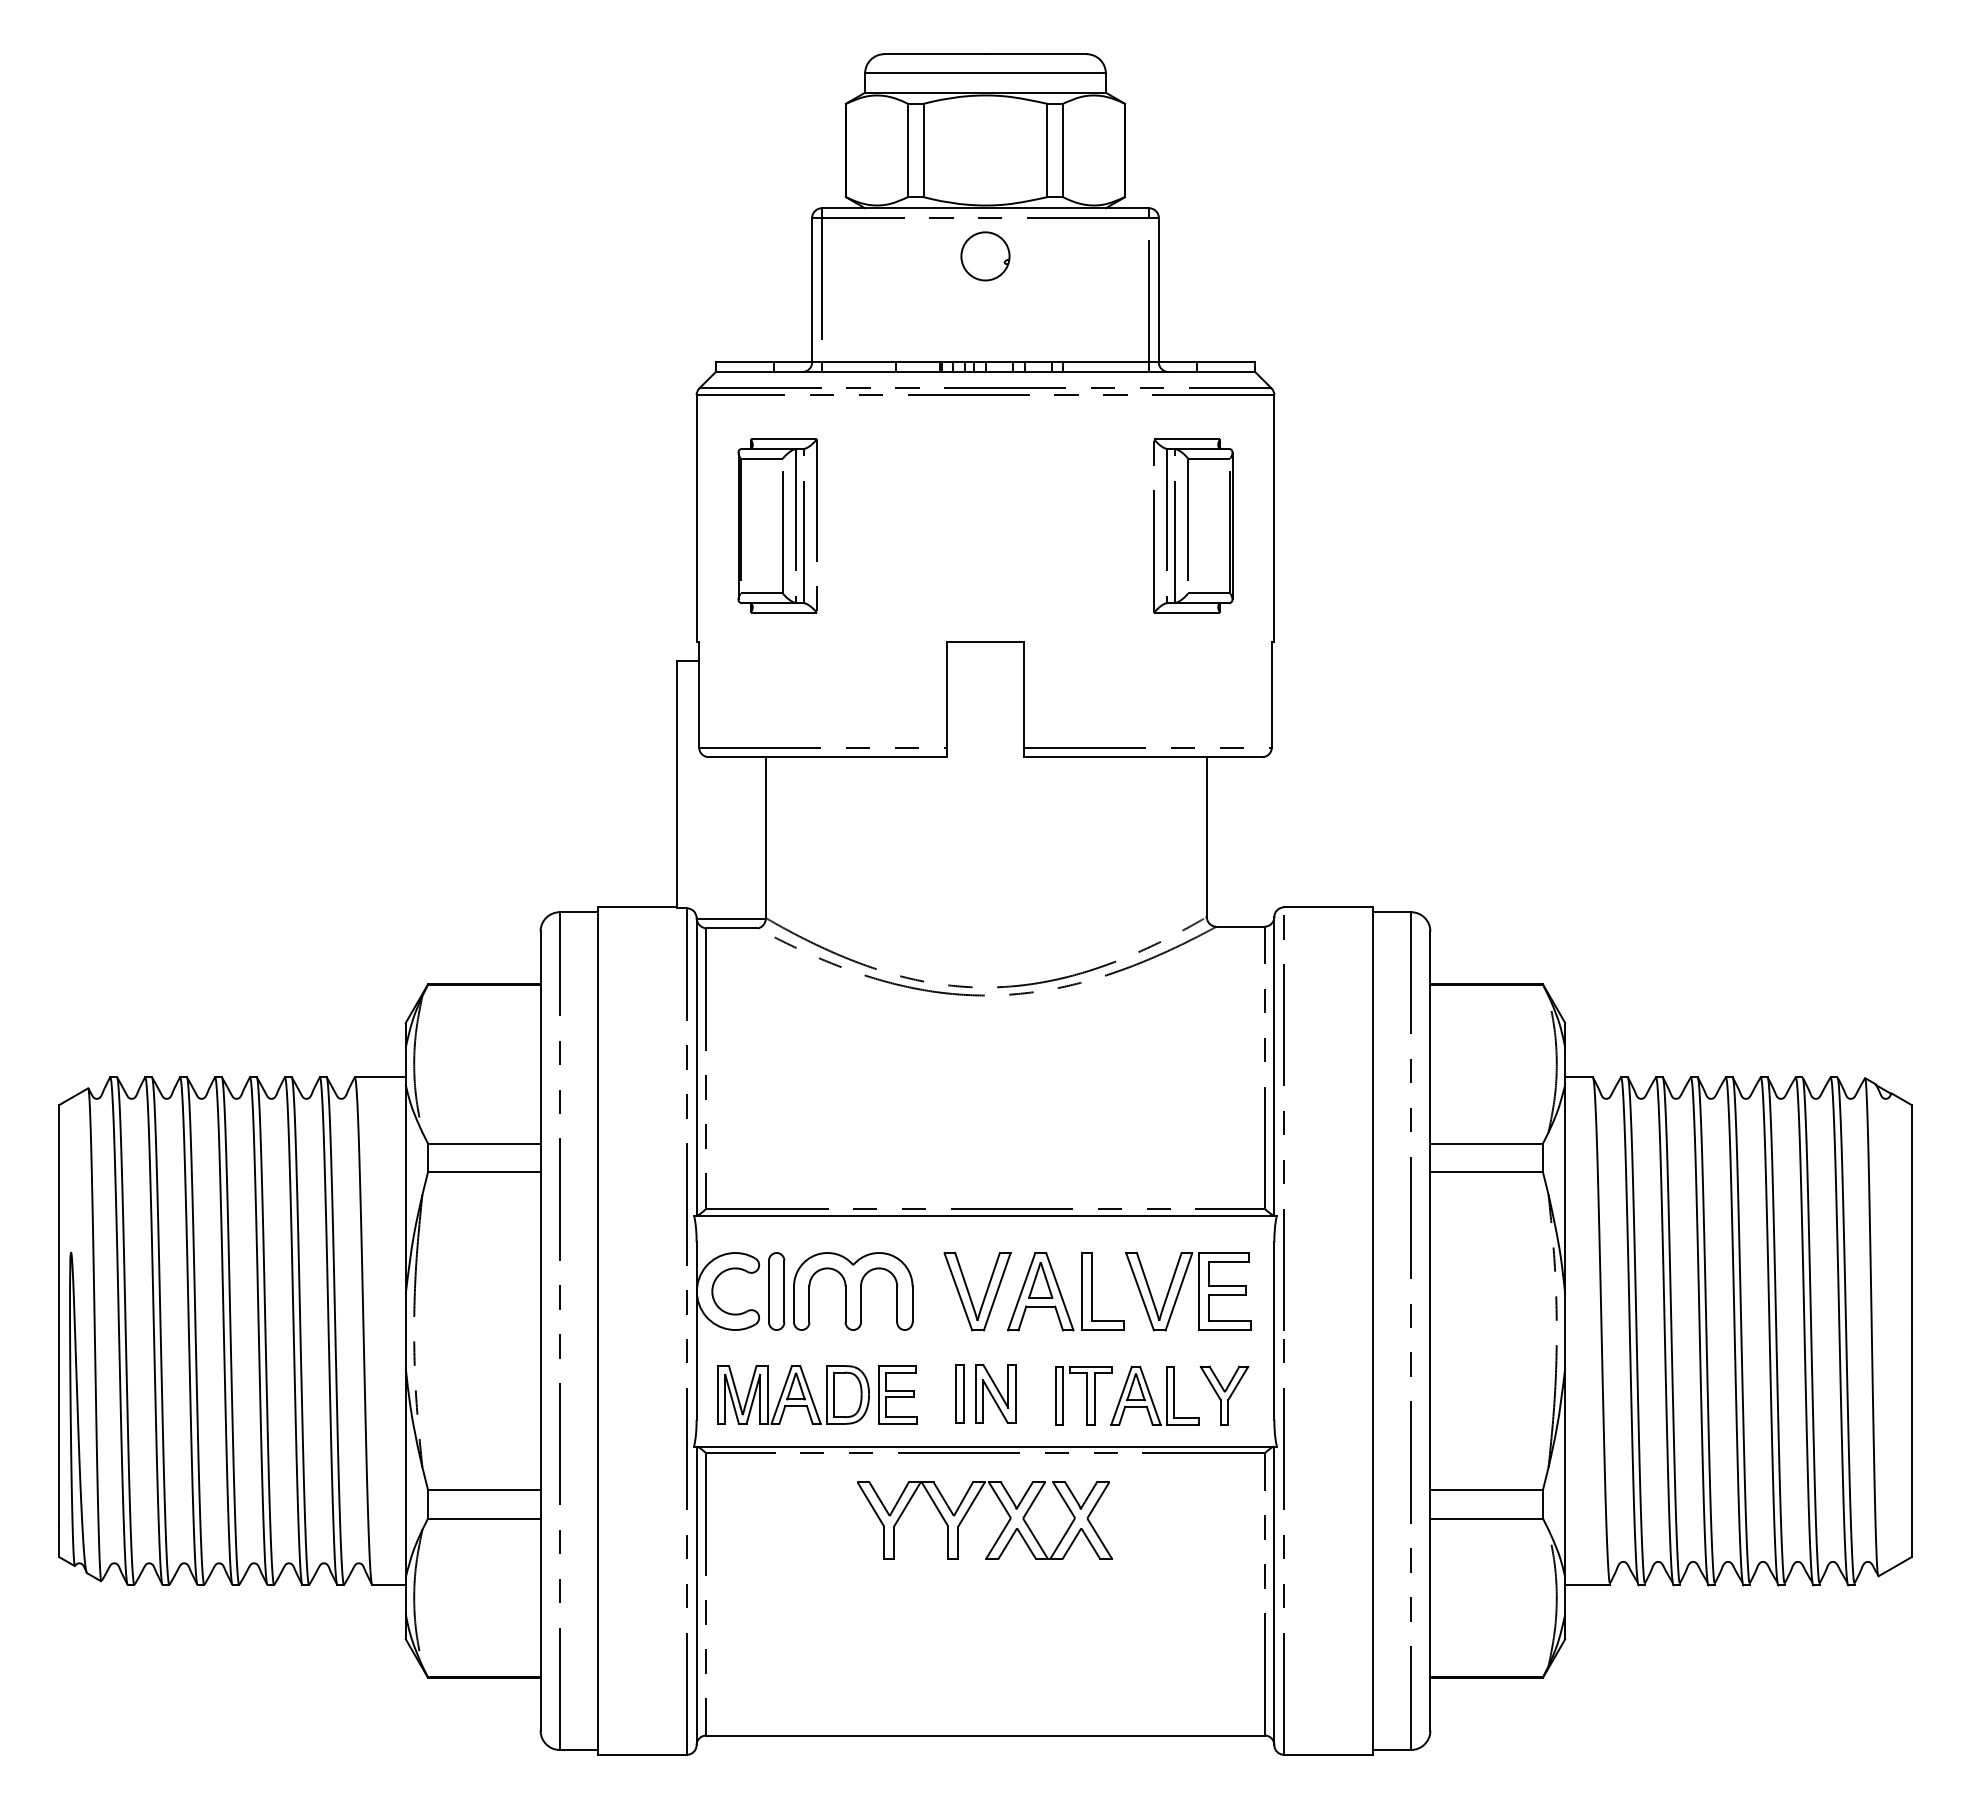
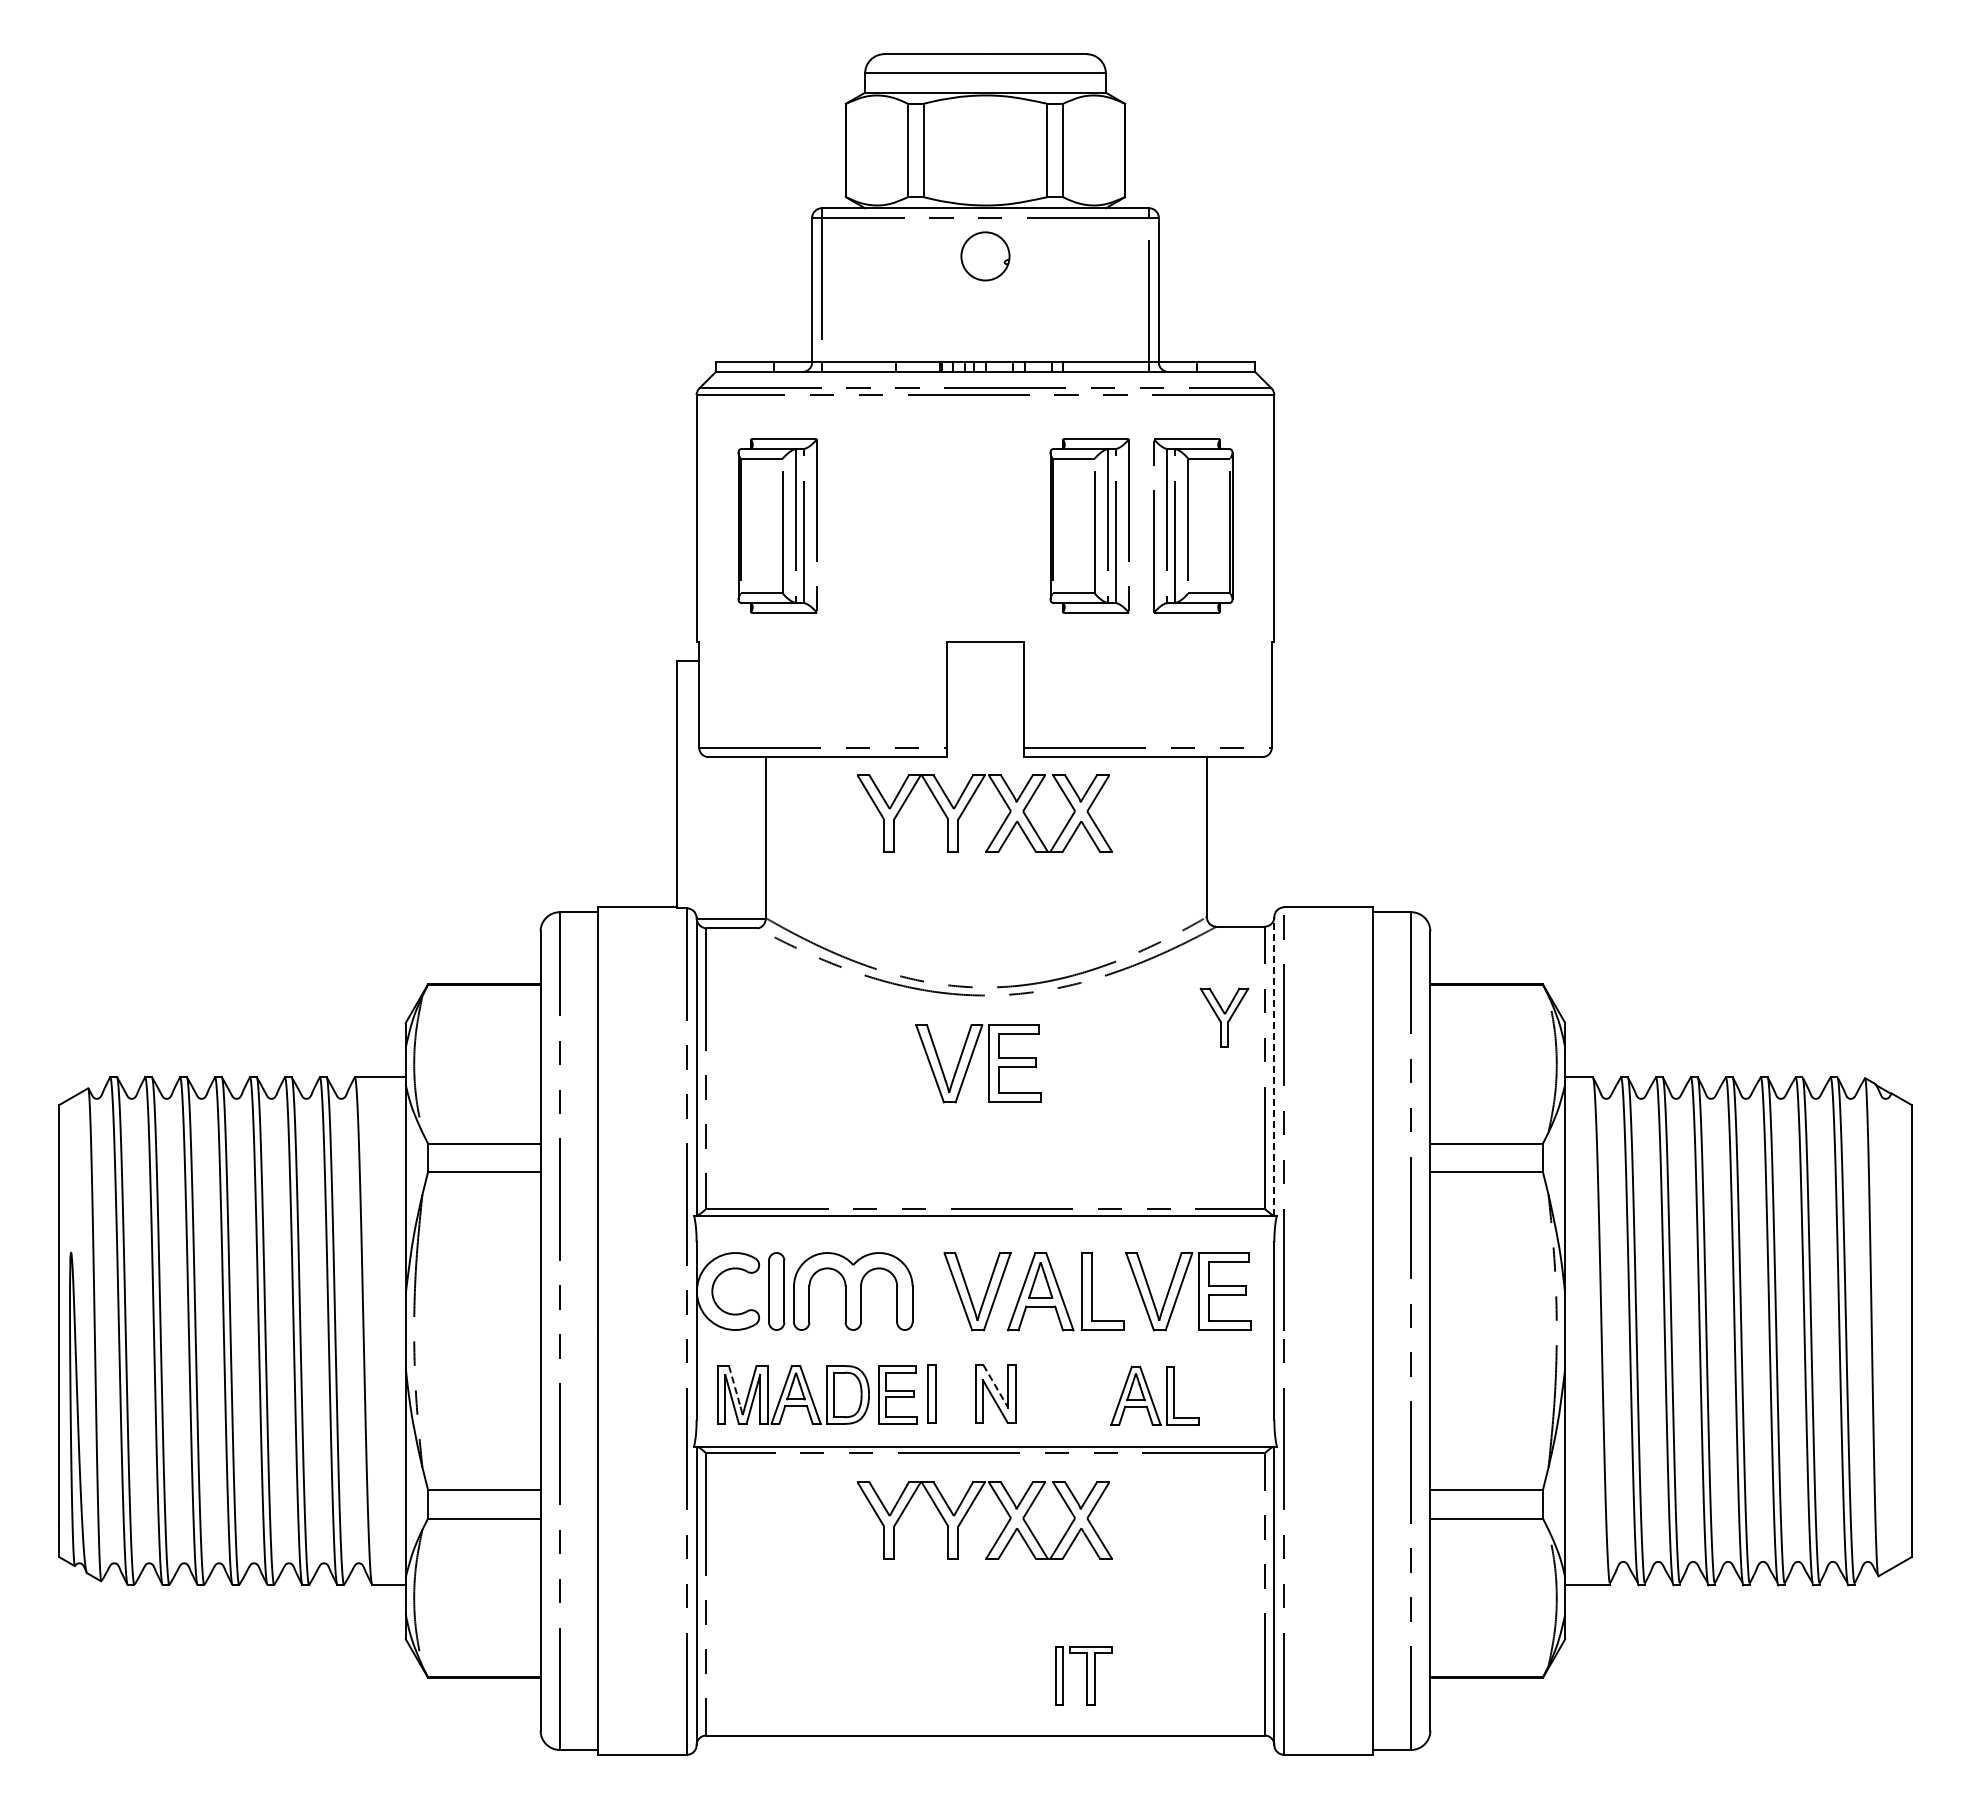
part at (1089, 525): none -> present
part at (969, 803): none -> present
part at (971, 1060): none -> present
line at (1274, 1065): solid -> dashed
line at (734, 1386): solid -> dashed
line at (995, 1386): solid -> dashed
part at (959, 1393) position: (959, 1393) -> (931, 1393)
part at (1083, 1395) position: (1083, 1395) -> (1083, 1675)
part at (1224, 1395) position: (1224, 1395) -> (1224, 1017)
